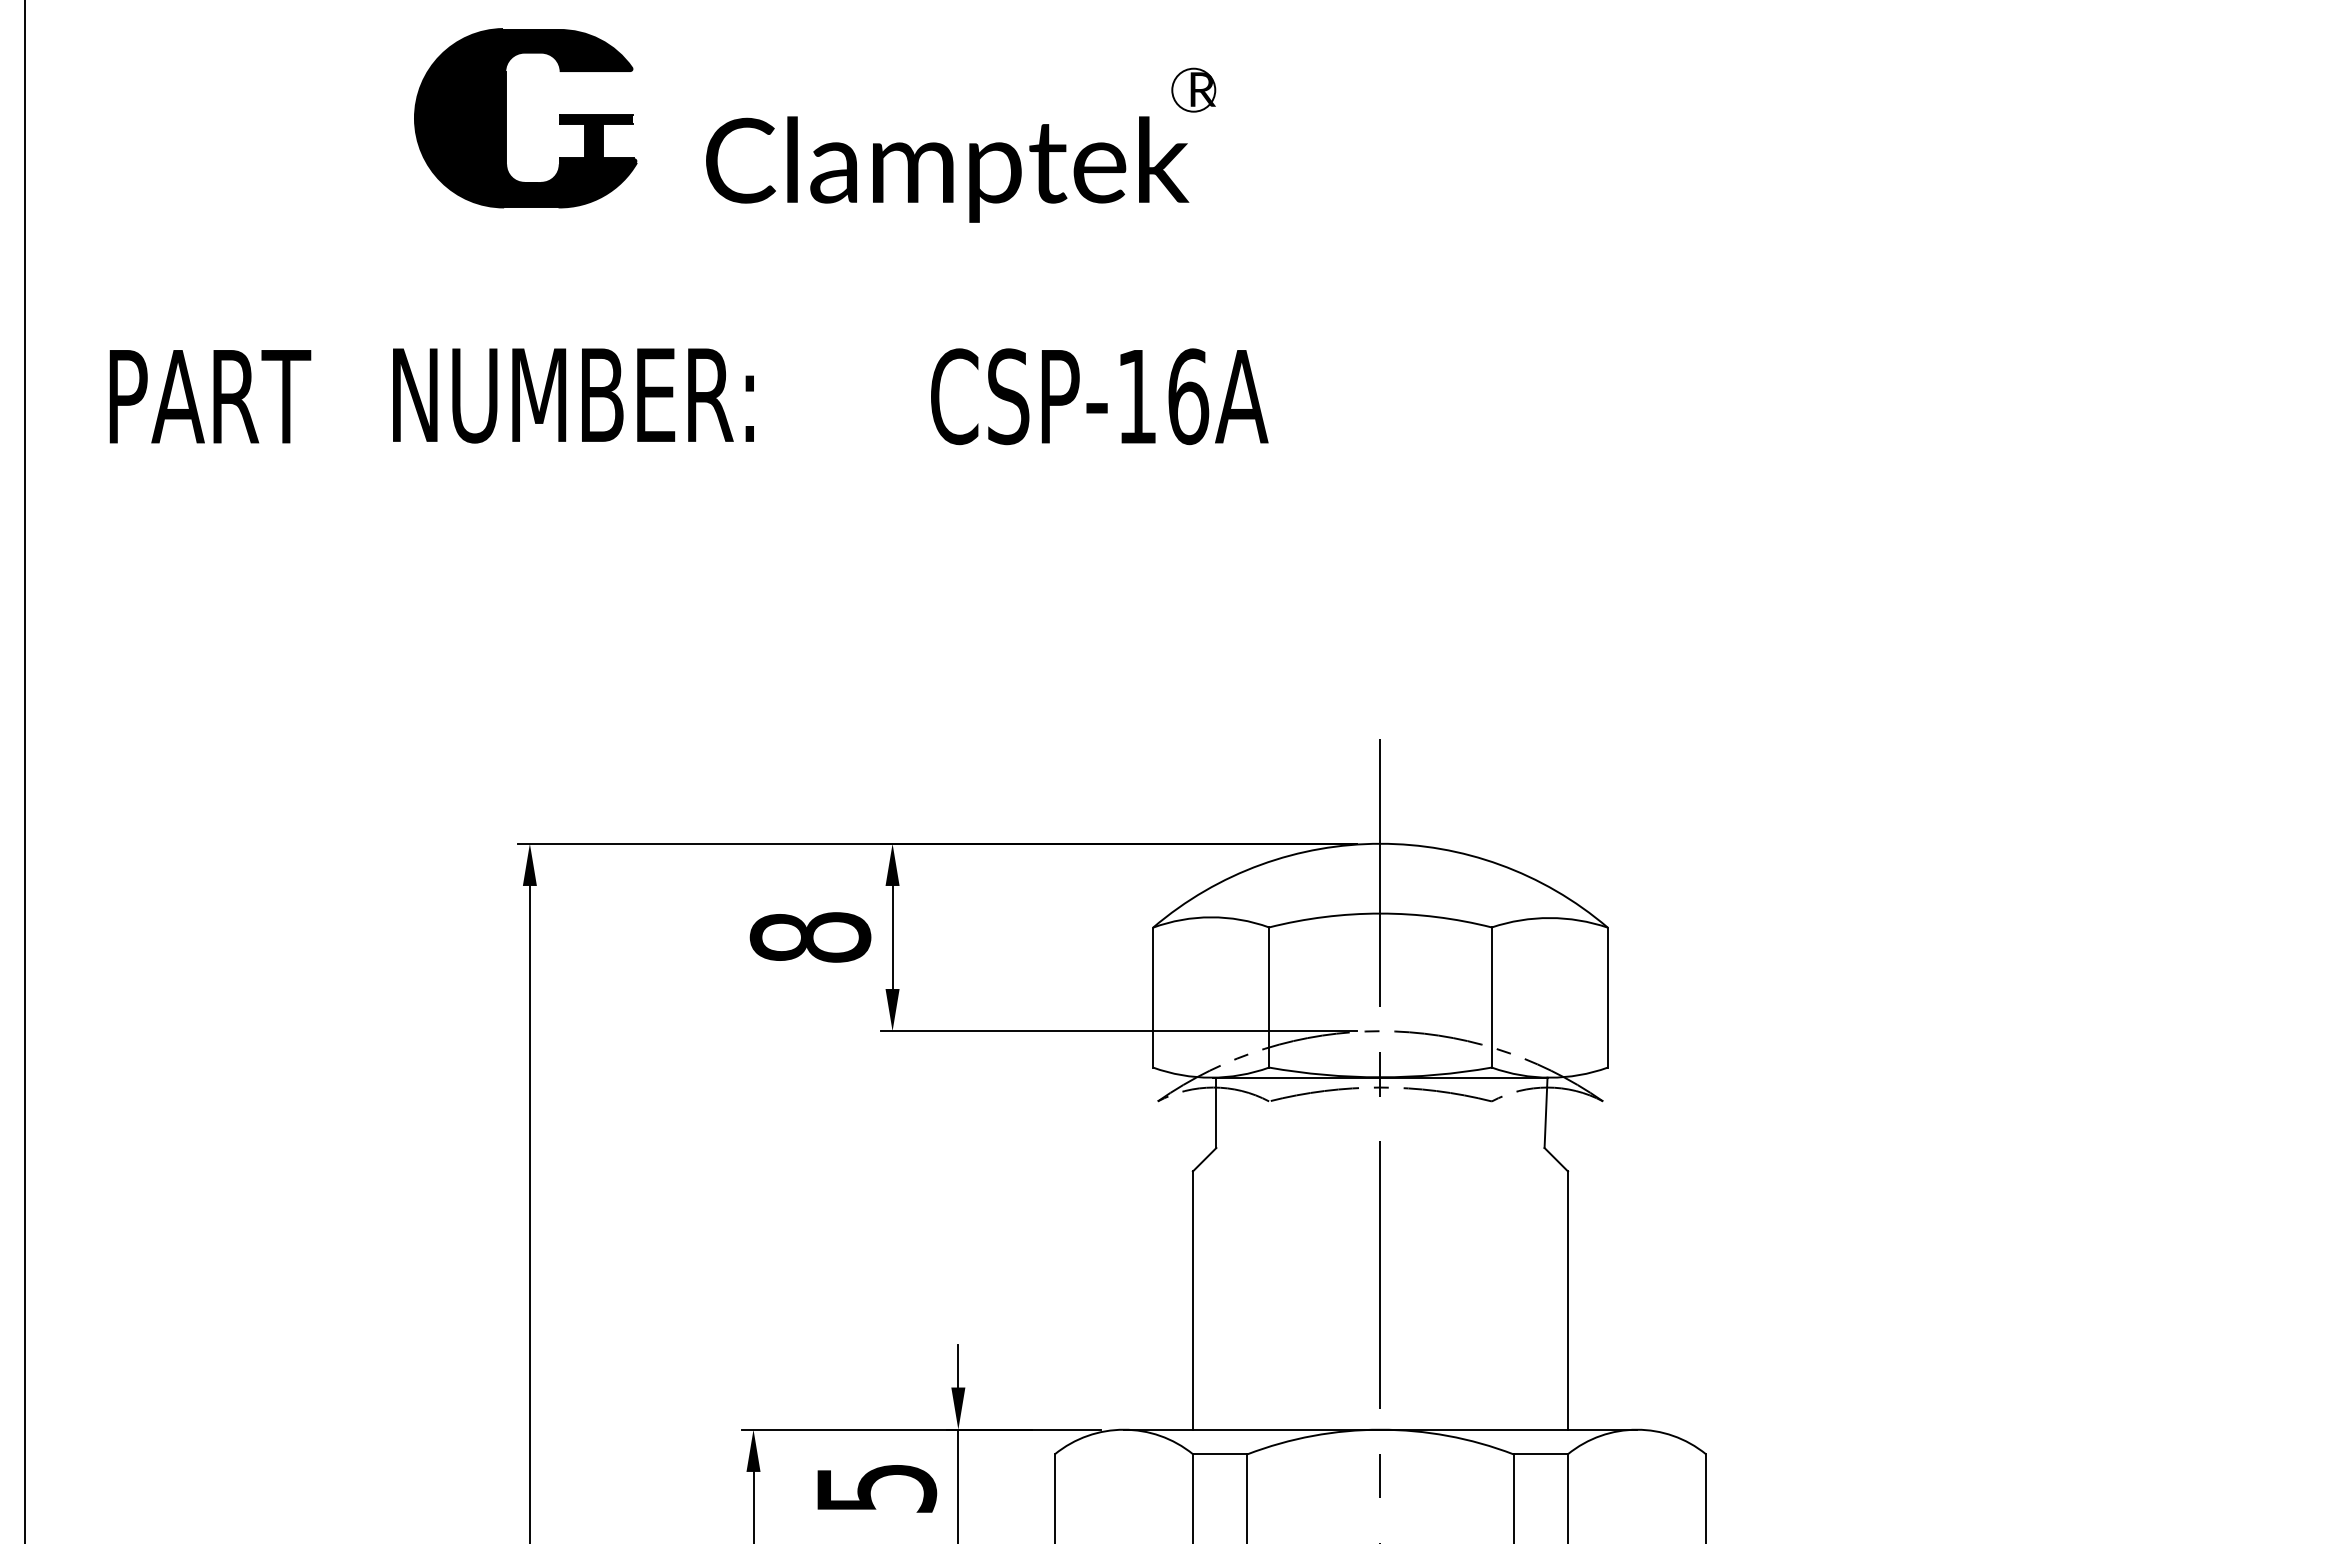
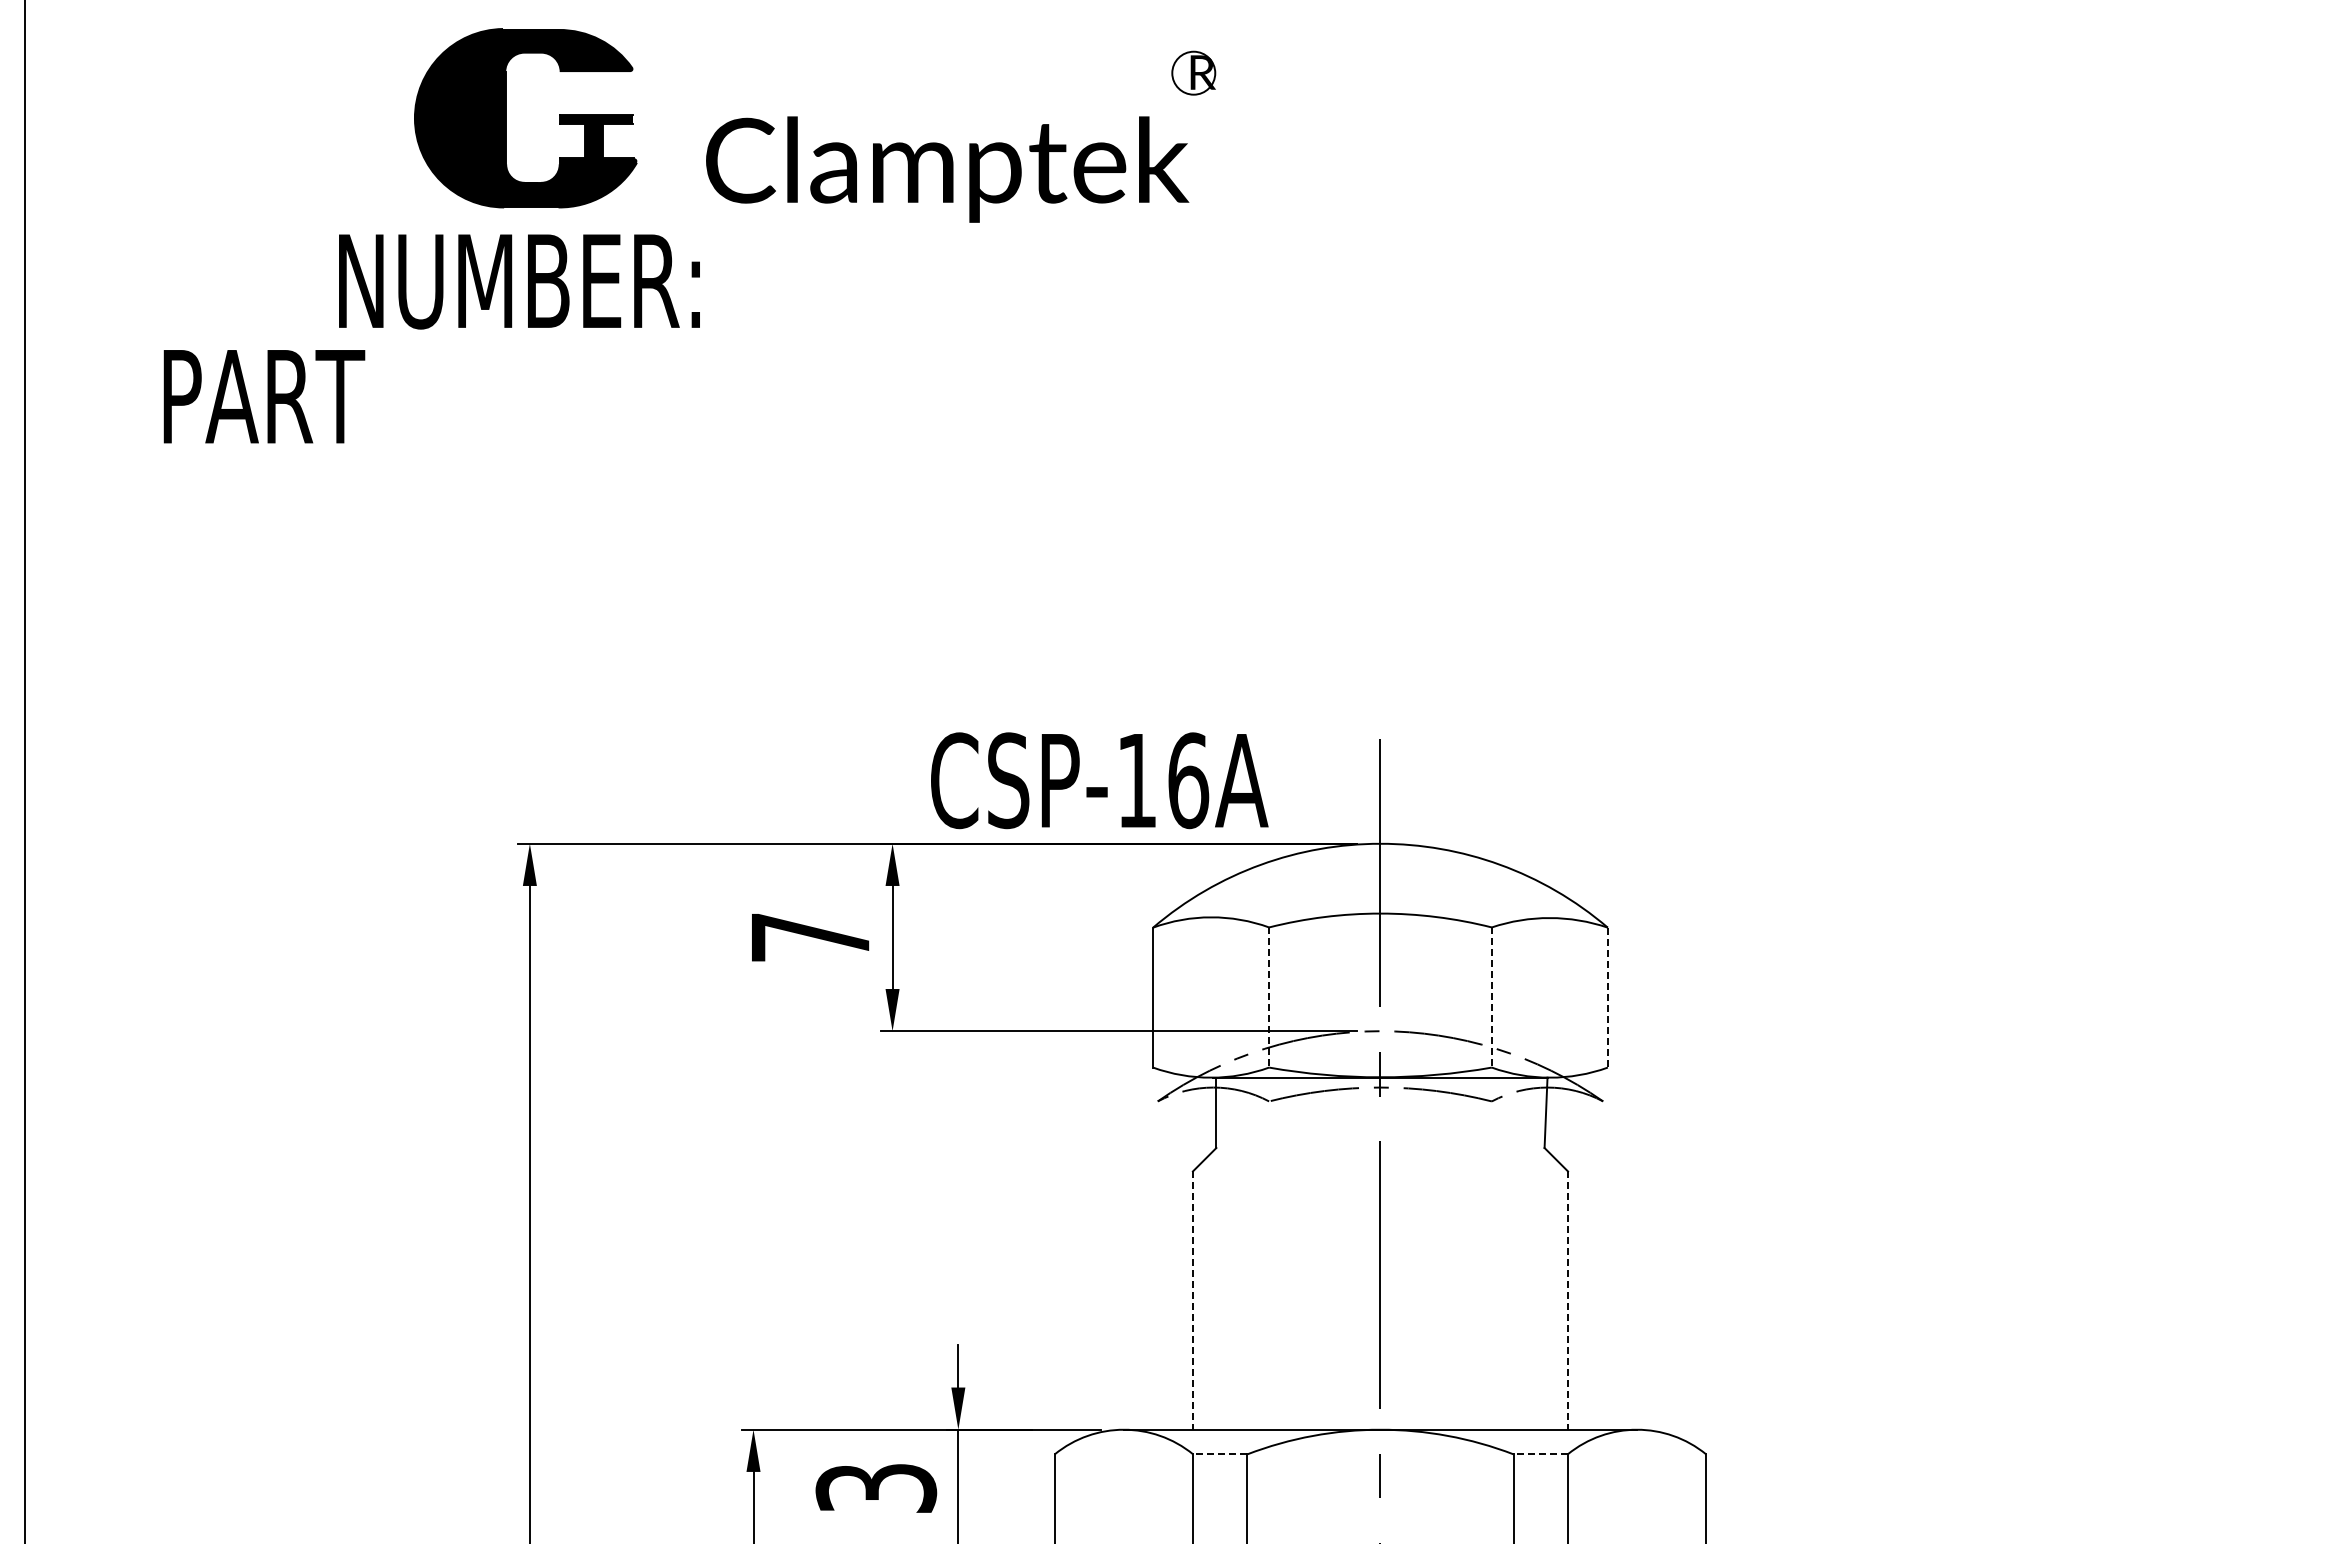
part at (1193, 89) position: (1193, 89) -> (1193, 72)
text at (573, 395) position: (573, 395) -> (519, 281)
text at (210, 396) position: (210, 396) -> (264, 396)
text at (1099, 396) position: (1099, 396) -> (1099, 780)
text at (810, 937): 8 -> 7
line at (1607, 997): solid -> dashed
line at (1269, 998): solid -> dashed
line at (1491, 998): solid -> dashed
line at (1192, 1301): solid -> dashed
line at (1568, 1301): solid -> dashed
line at (1219, 1454): solid -> dashed
line at (1540, 1454): solid -> dashed
text at (875, 1488): 5 -> 3
